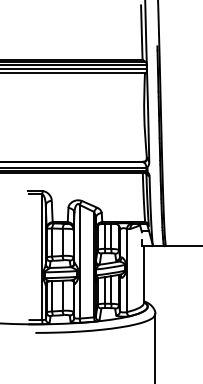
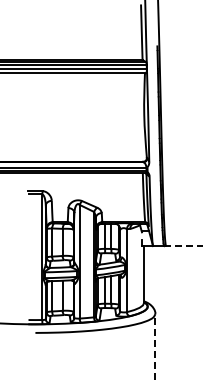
line at (183, 246): solid -> dashed
line at (155, 349): solid -> dashed
